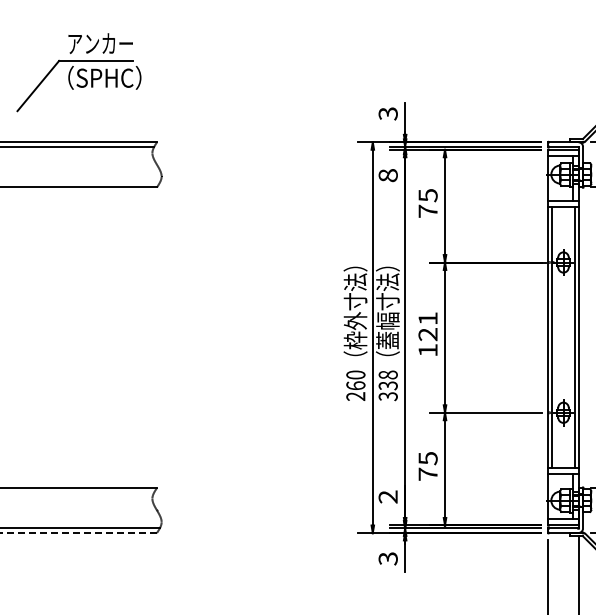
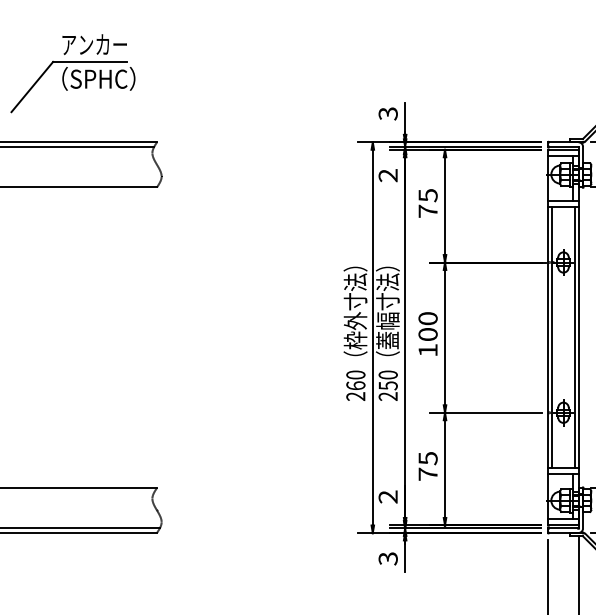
part at (78, 72) position: (78, 72) -> (72, 73)
text at (387, 175): 8 -> 2
text at (427, 326): 121 -> 100
text at (387, 385): 338 -> 250
line at (79, 532): dashed -> solid
